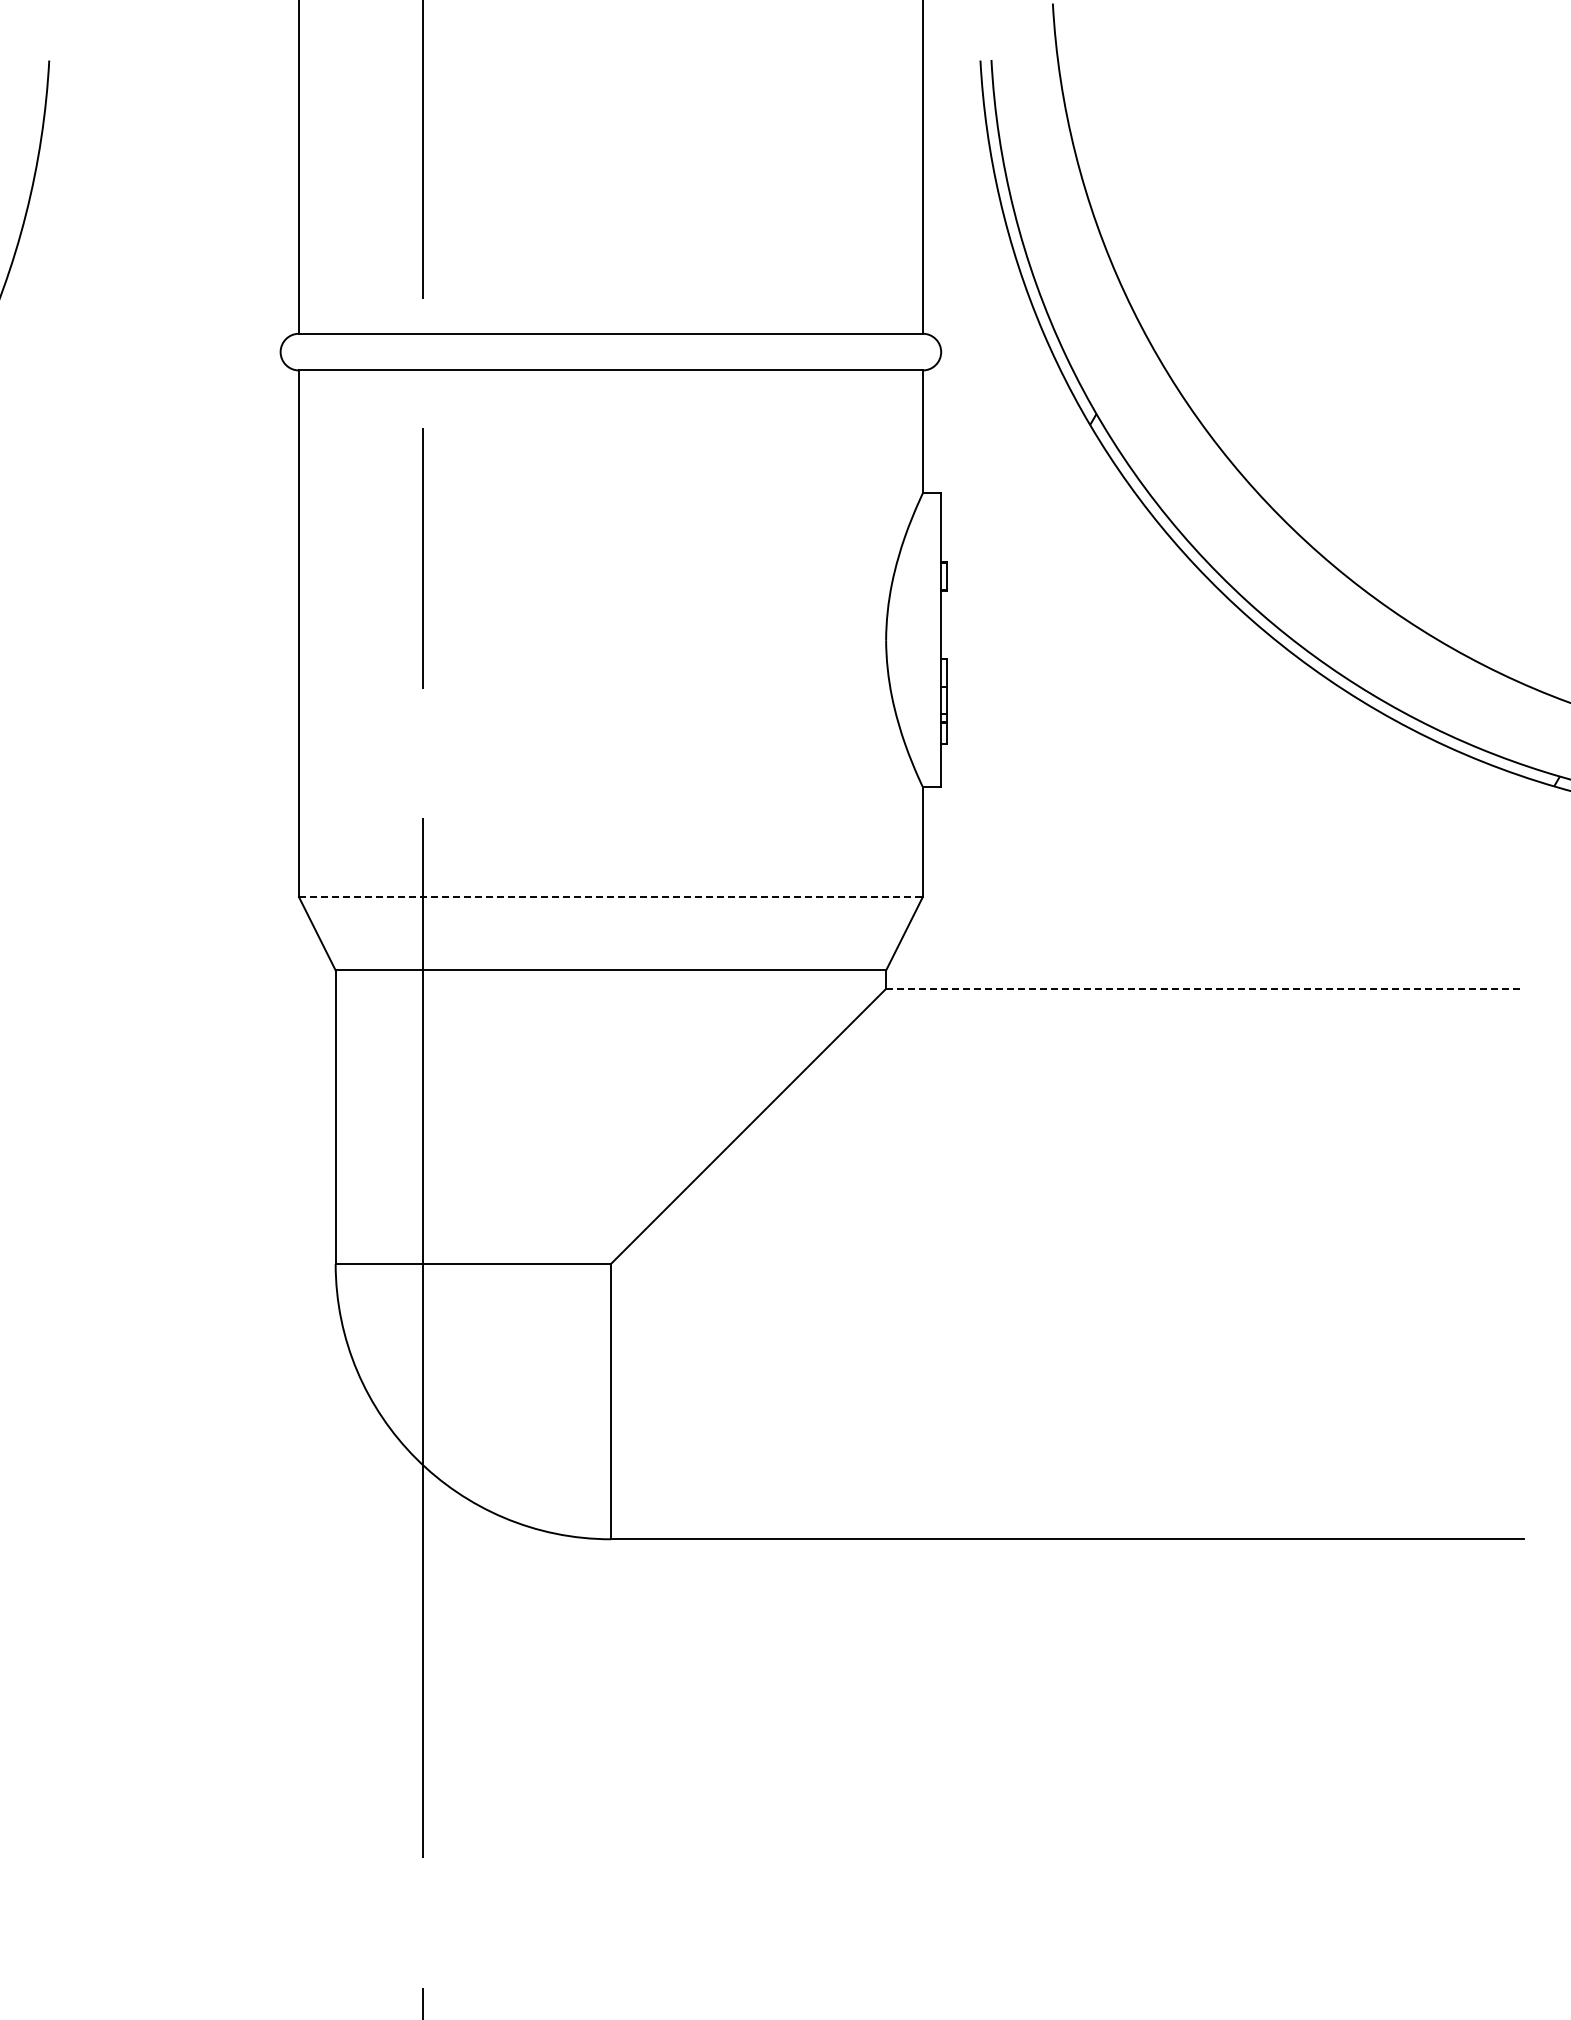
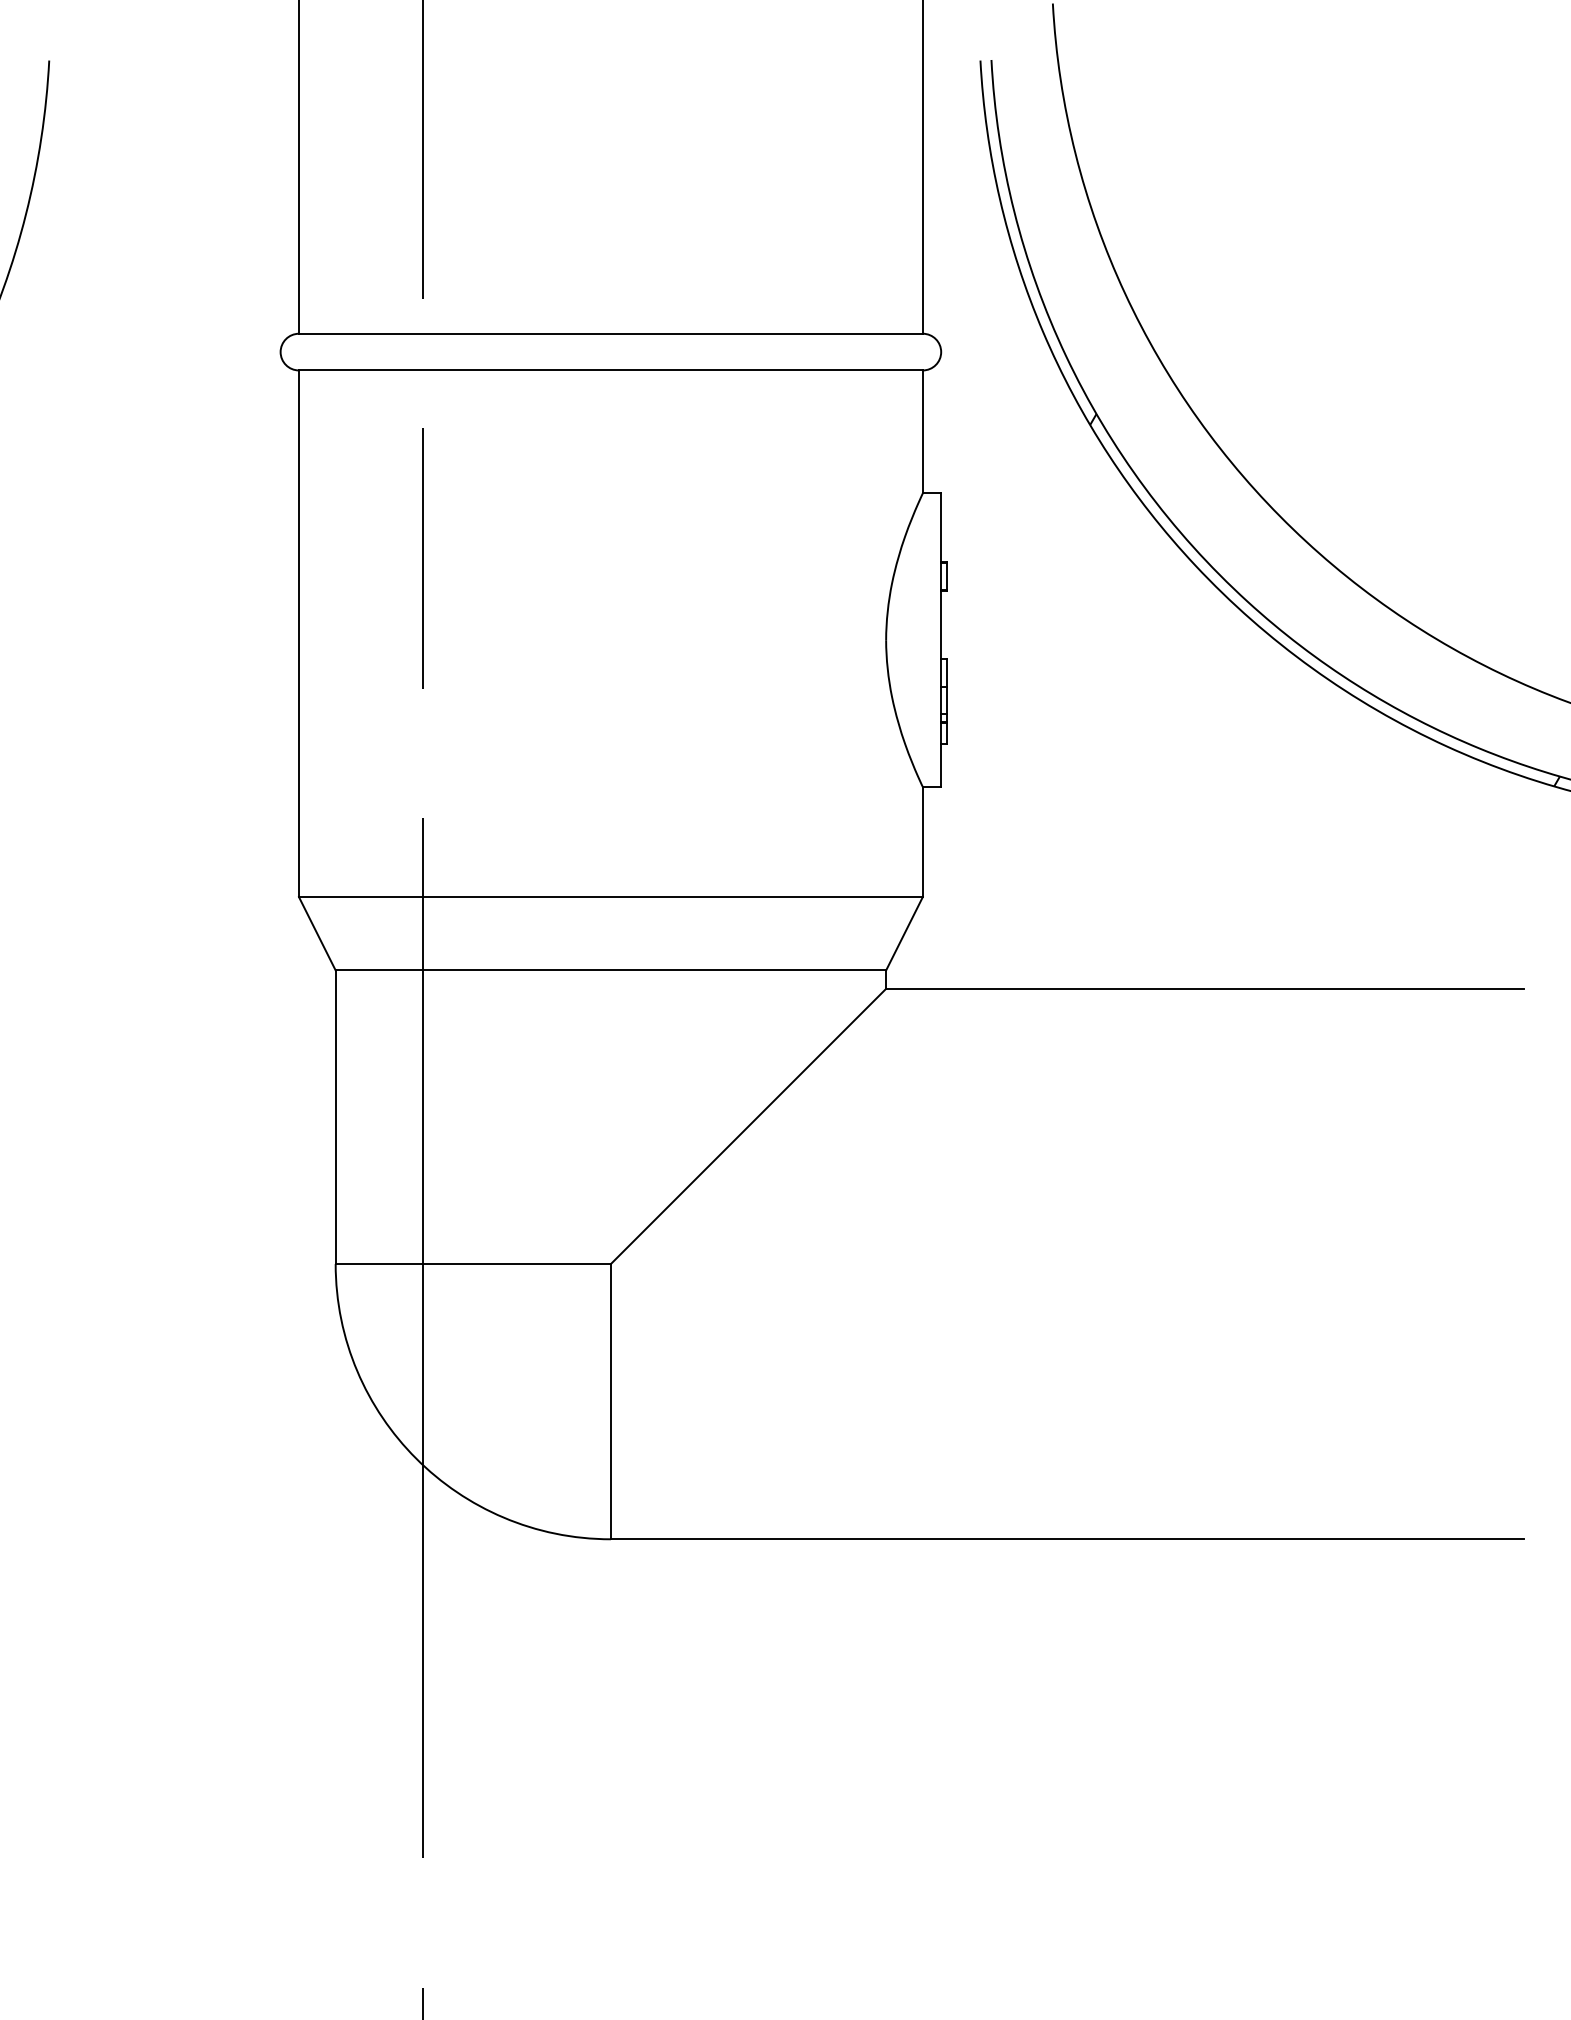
line at (610, 897): dashed -> solid
line at (1205, 988): dashed -> solid
